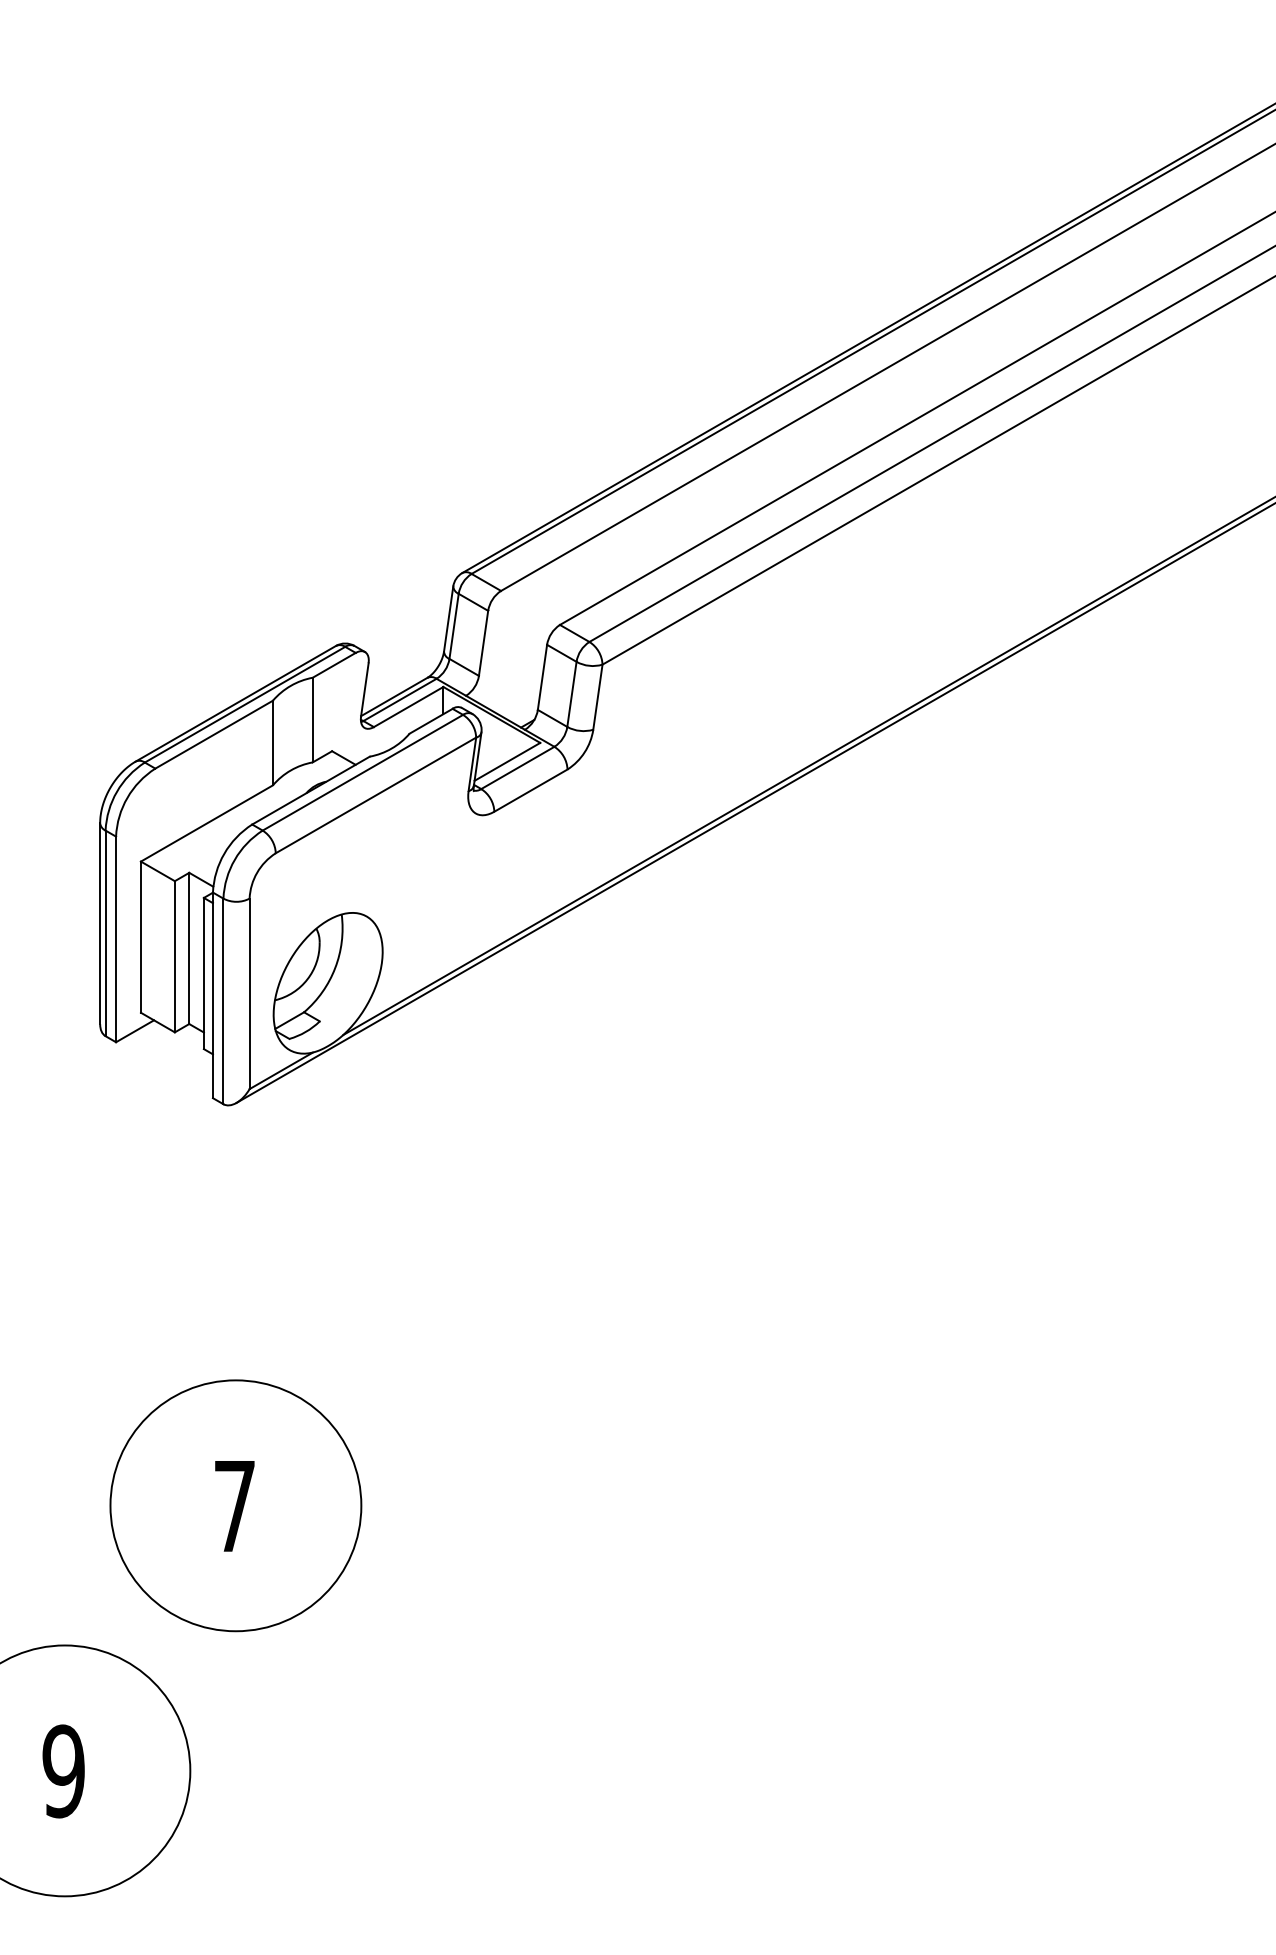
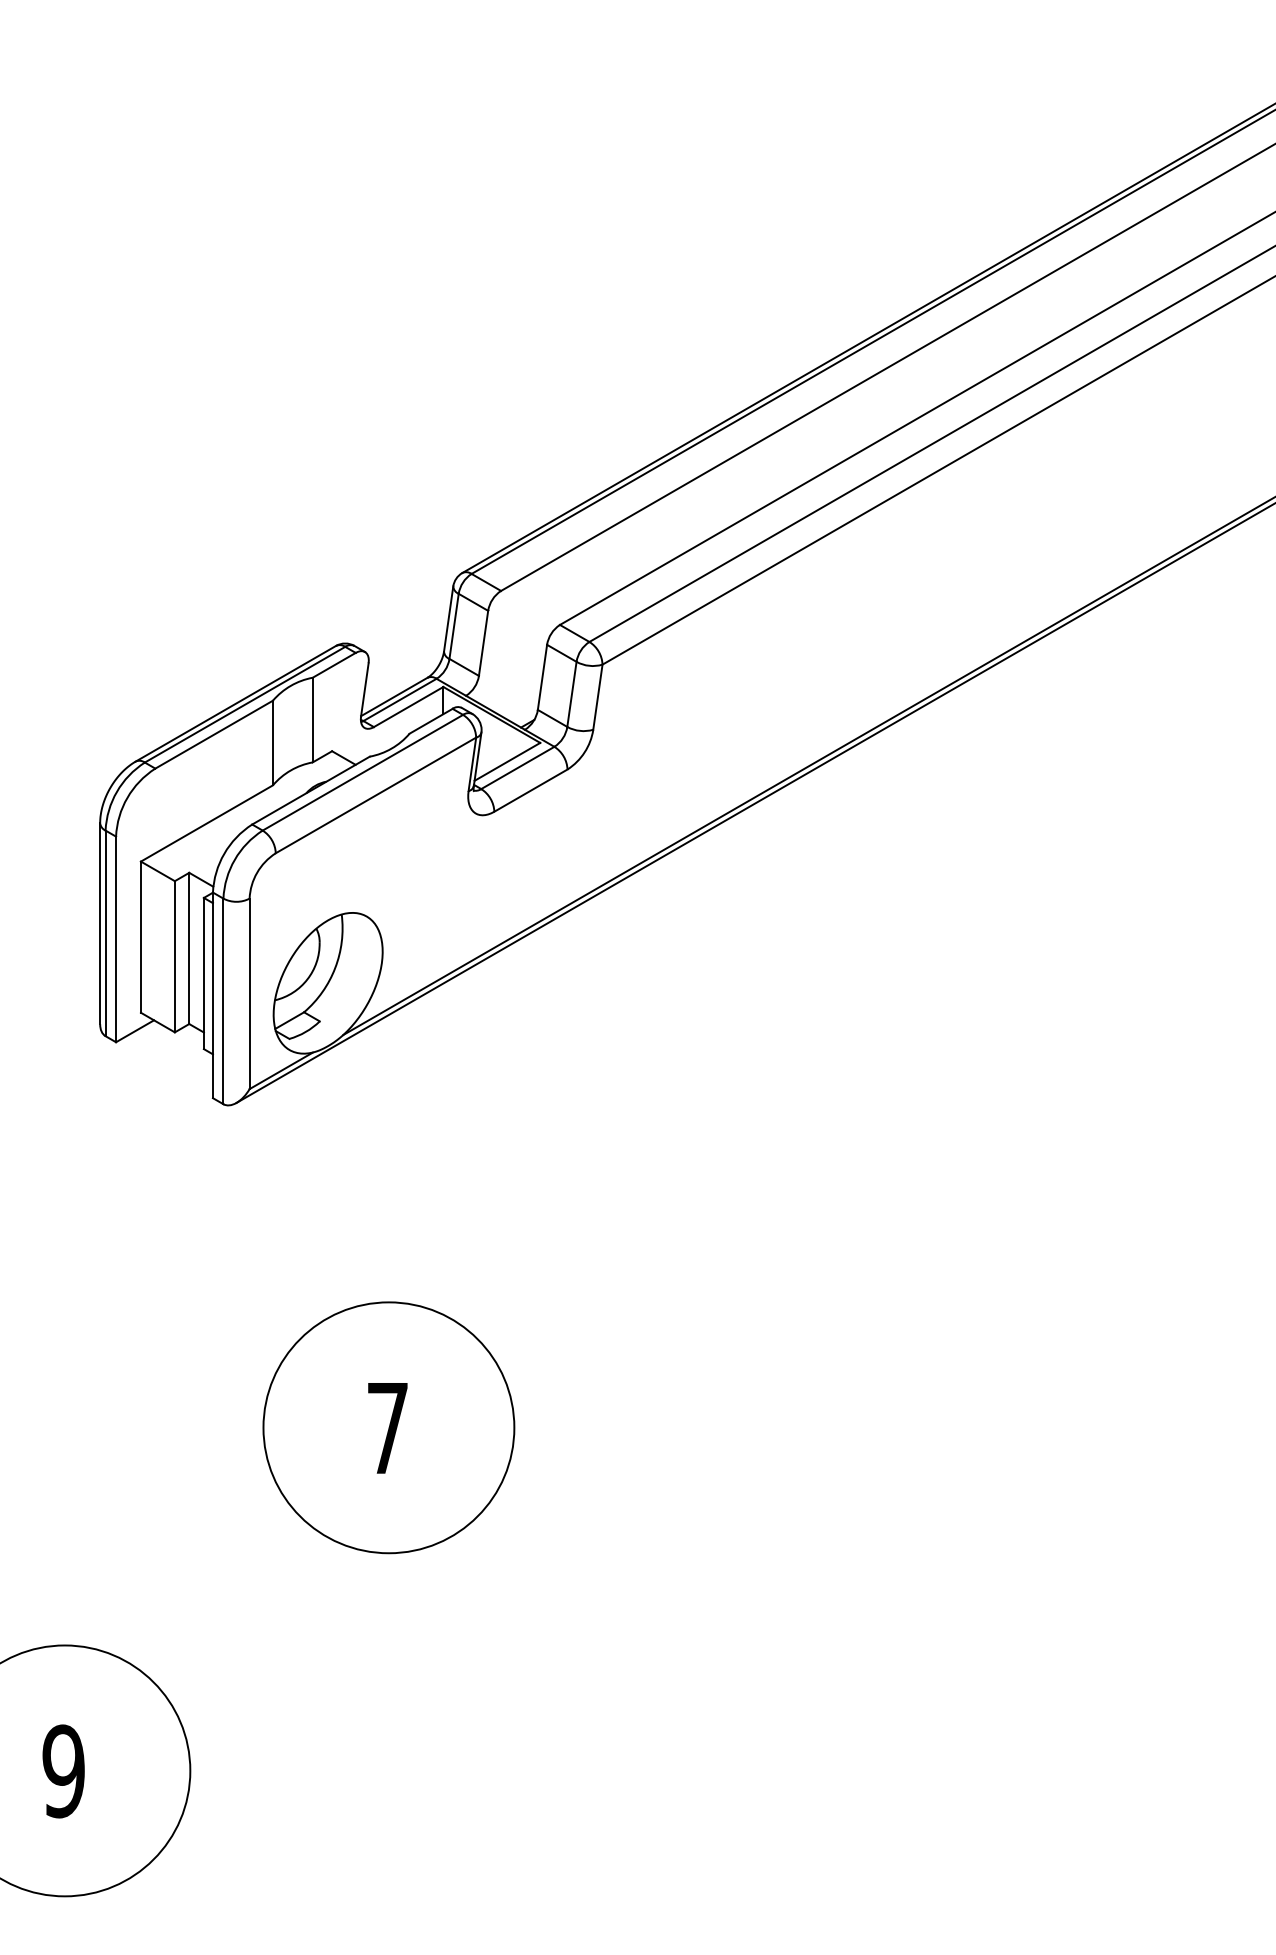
part at (235, 1505) position: (235, 1505) -> (388, 1427)
